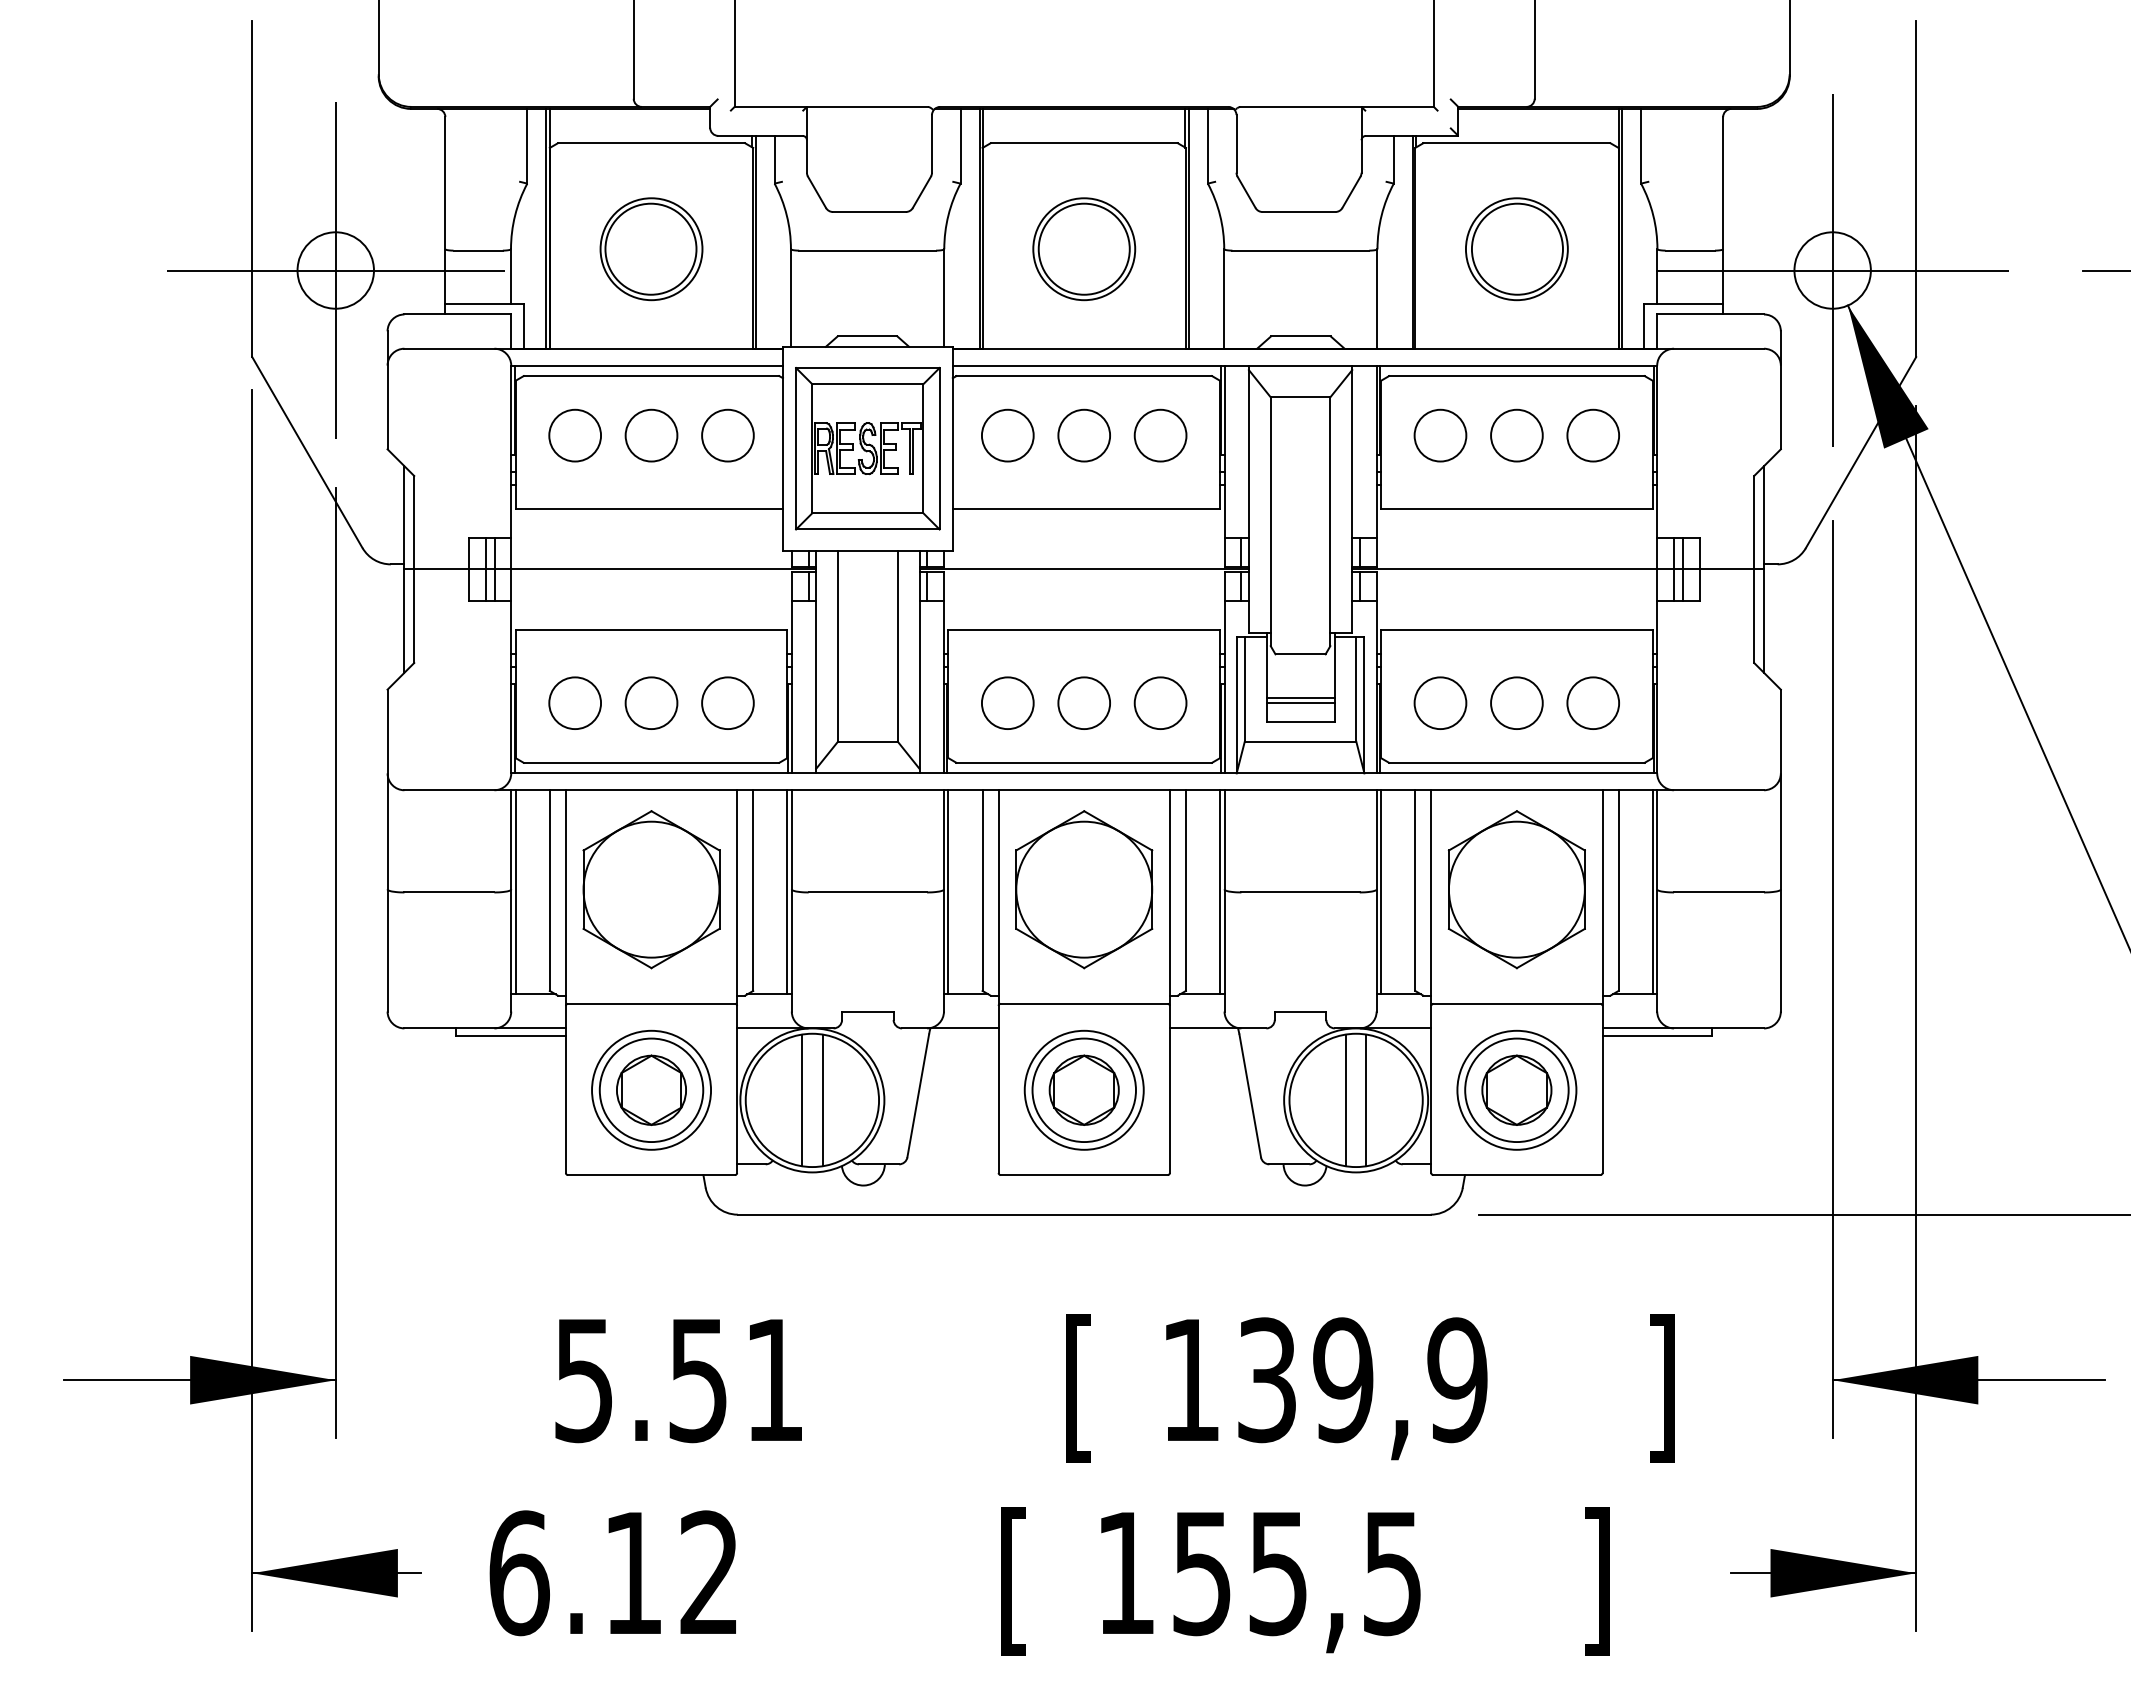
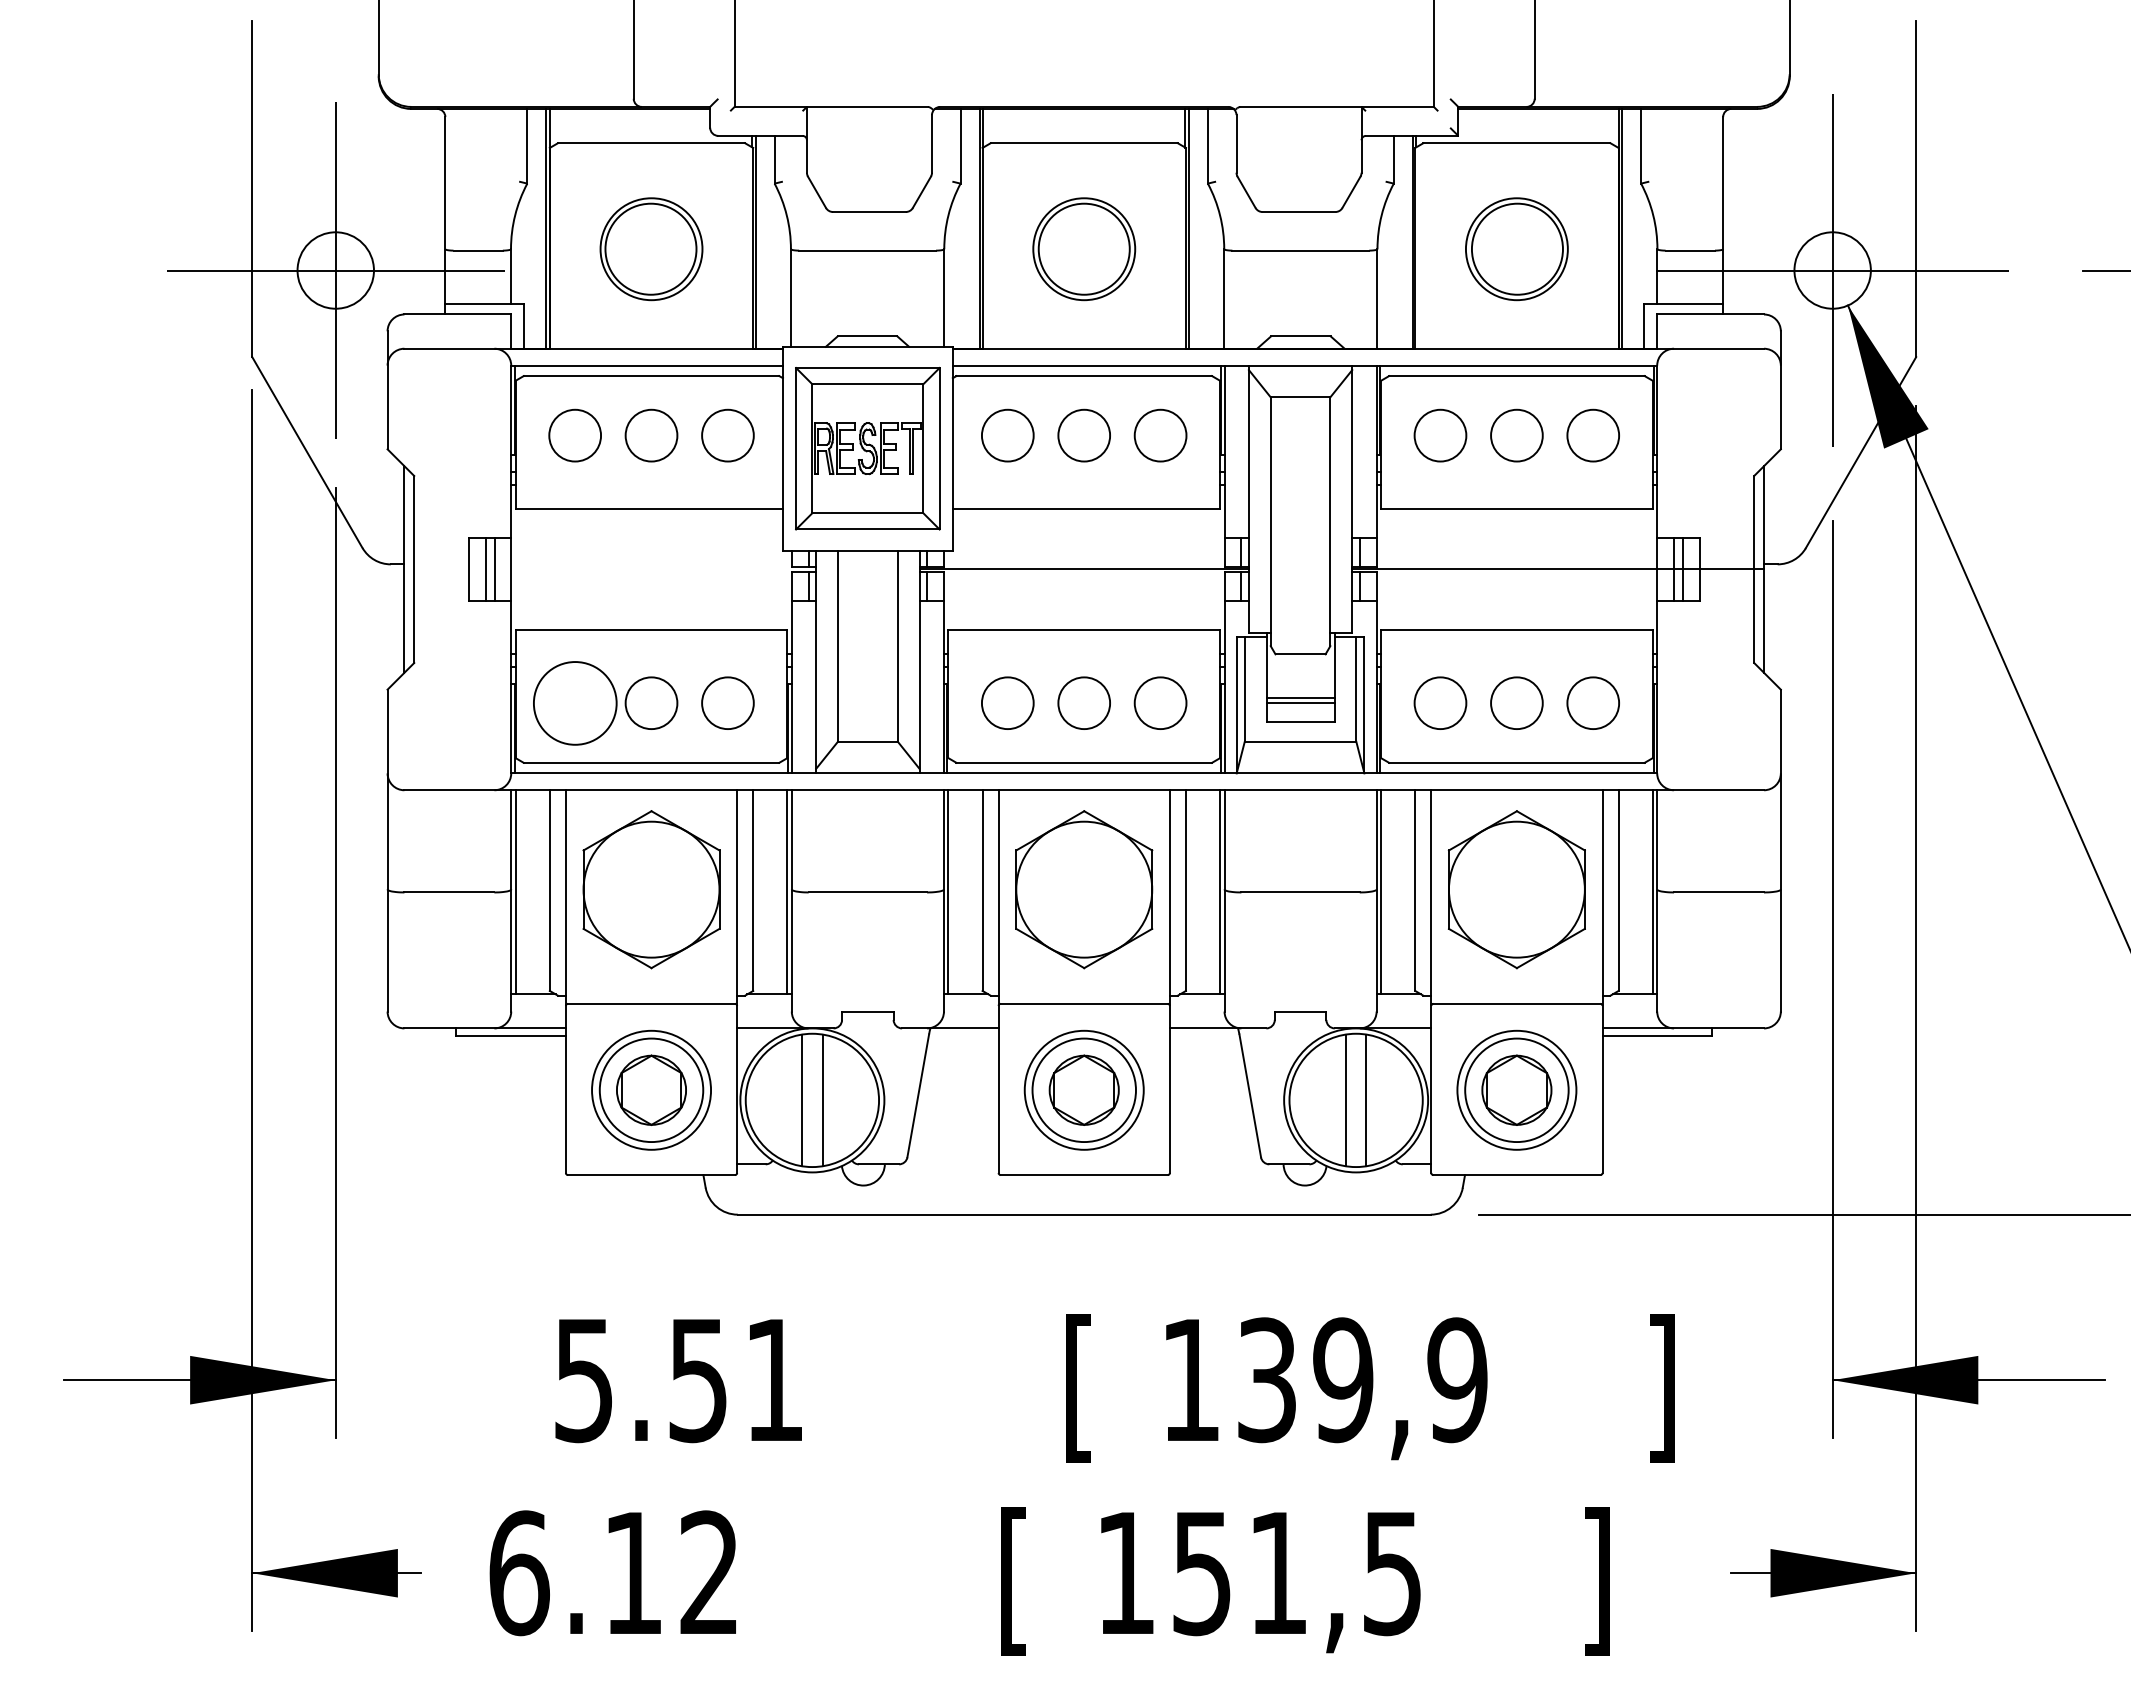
line at (610, 569): present -> none
circle at (574, 702) size: 54x54 px -> 85x85 px
text at (1277, 1574): 155,5 -> 151,5
